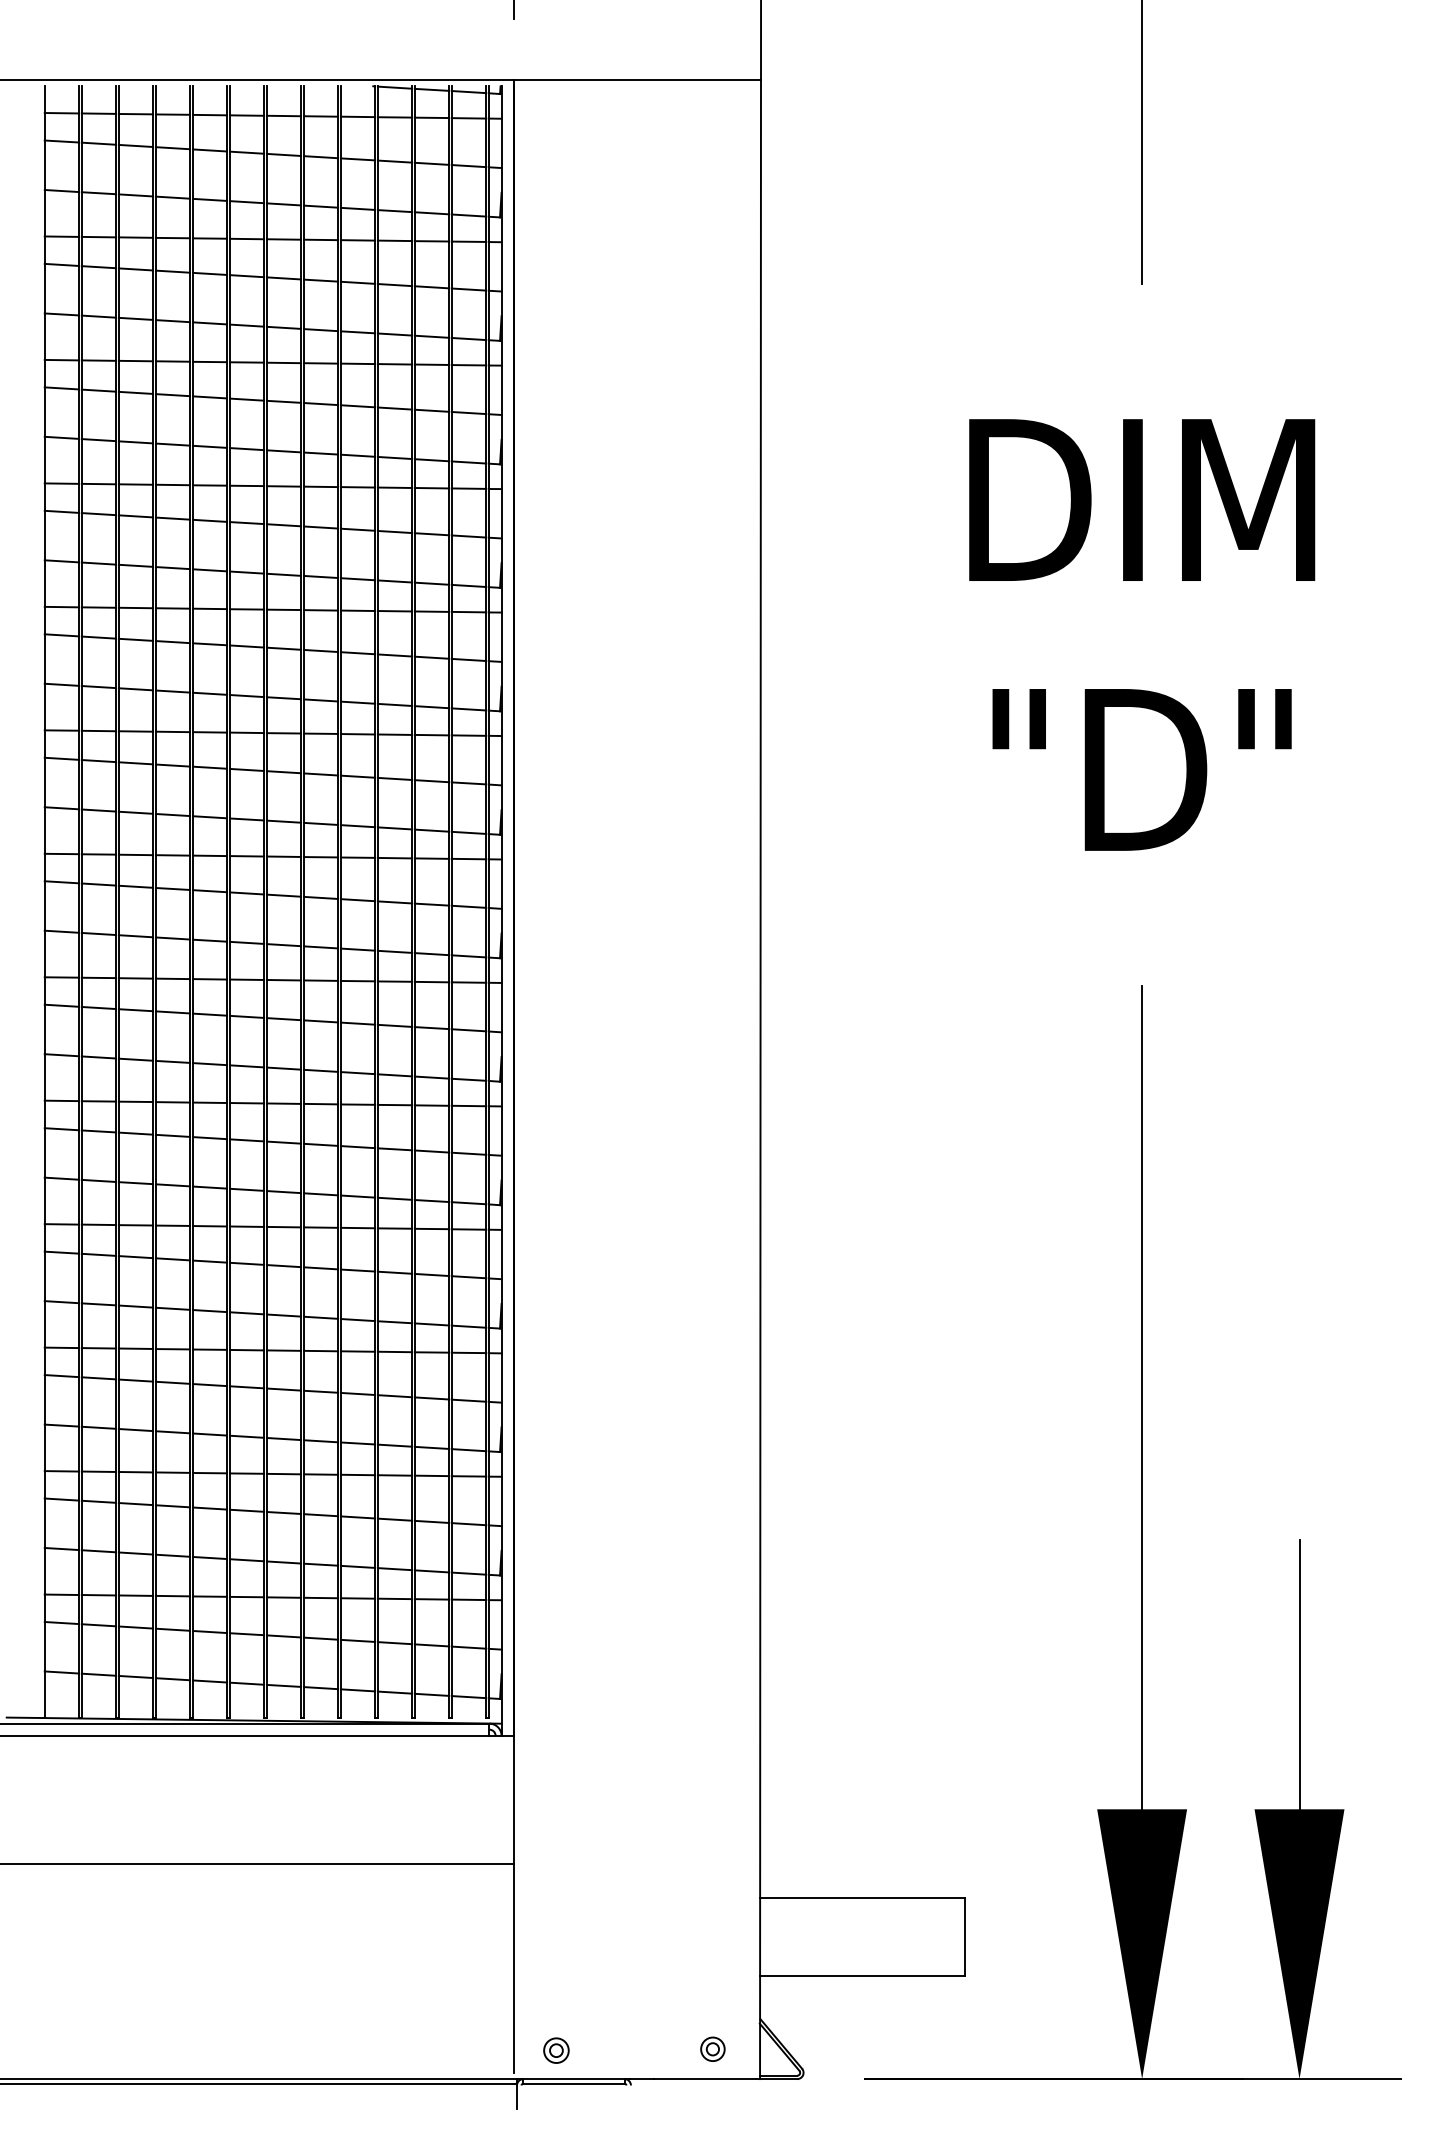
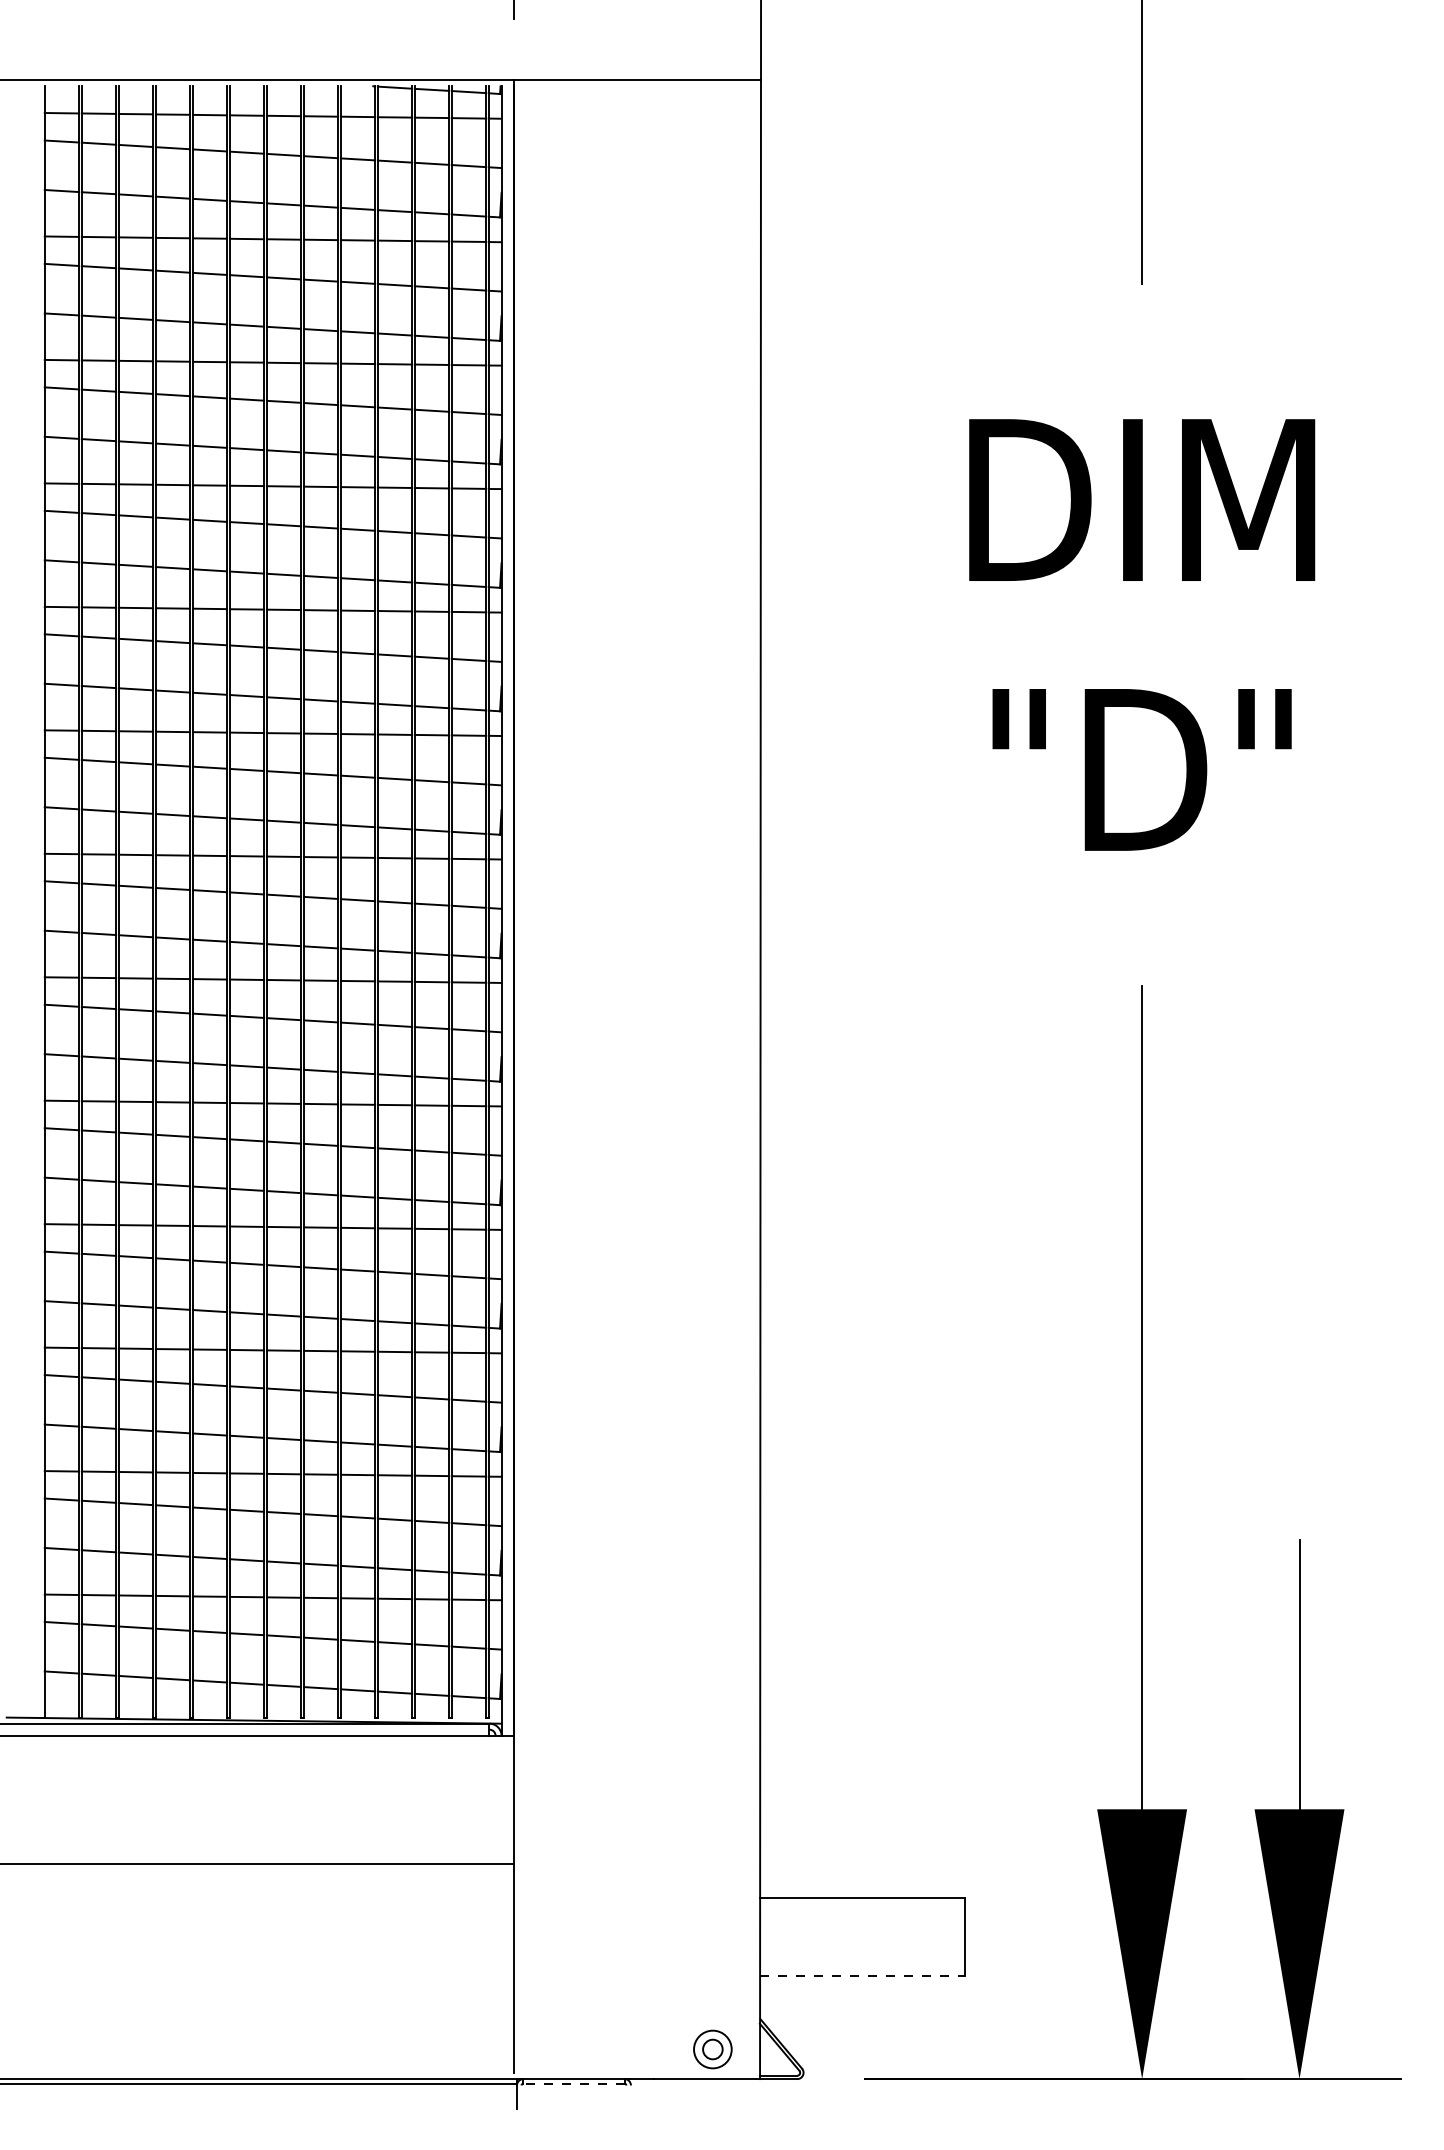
line at (863, 1975): solid -> dashed
part at (712, 2048) size: 26x26 px -> 40x41 px
part at (556, 2050): present -> none
line at (573, 2083): solid -> dashed
